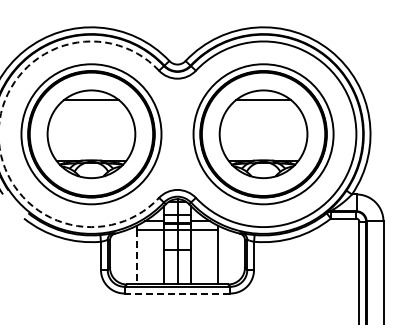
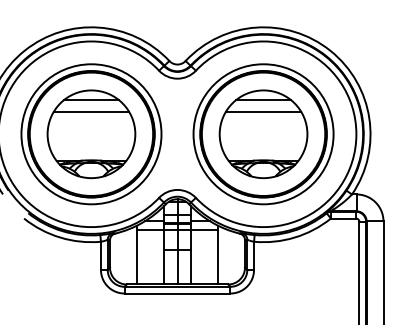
line at (91, 111): none -> present
line at (263, 111): none -> present
arc at (0, 150): dashed -> solid
line at (137, 257): dashed -> solid
line at (177, 293): dashed -> solid
